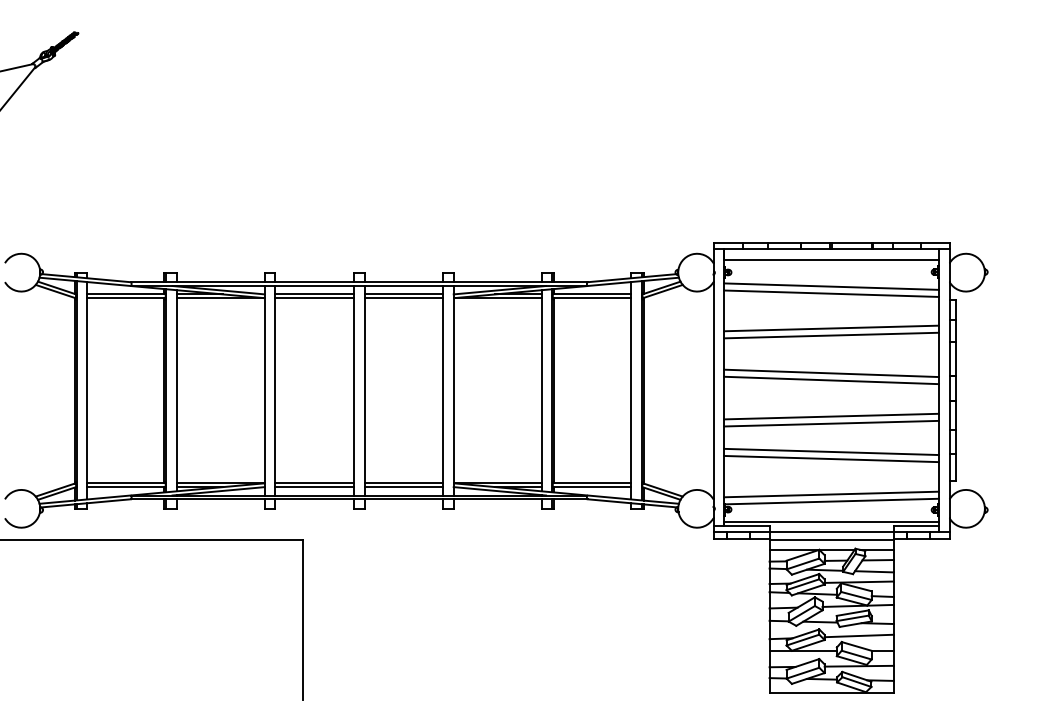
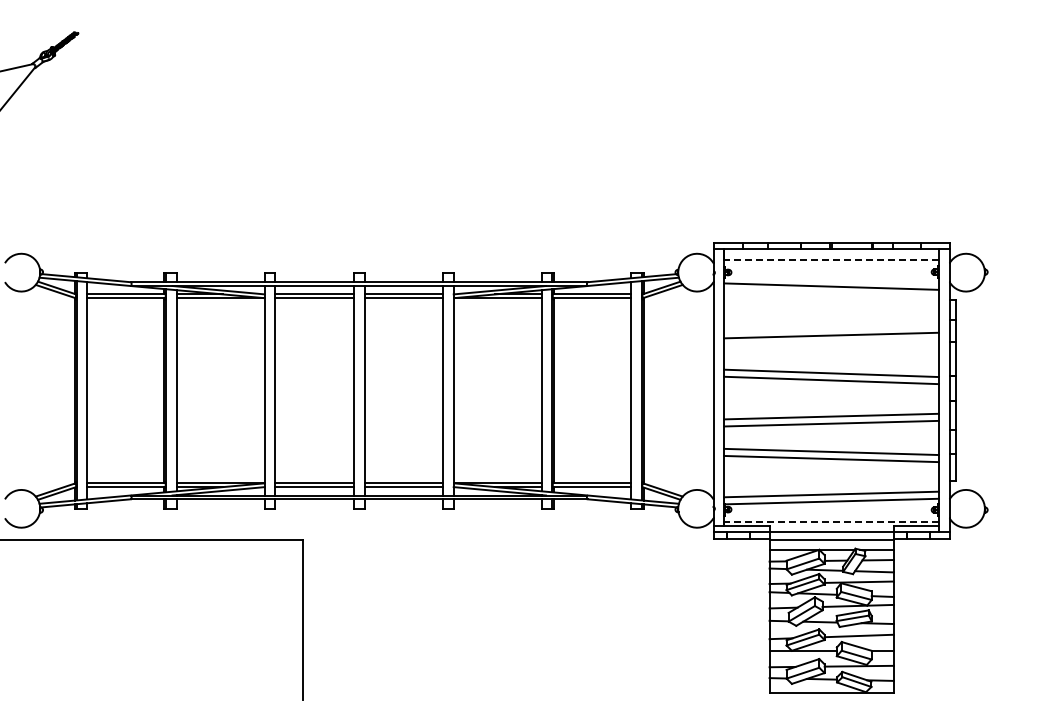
line at (831, 259): solid -> dashed
line at (831, 293): present -> none
line at (831, 328): present -> none
line at (831, 521): solid -> dashed
